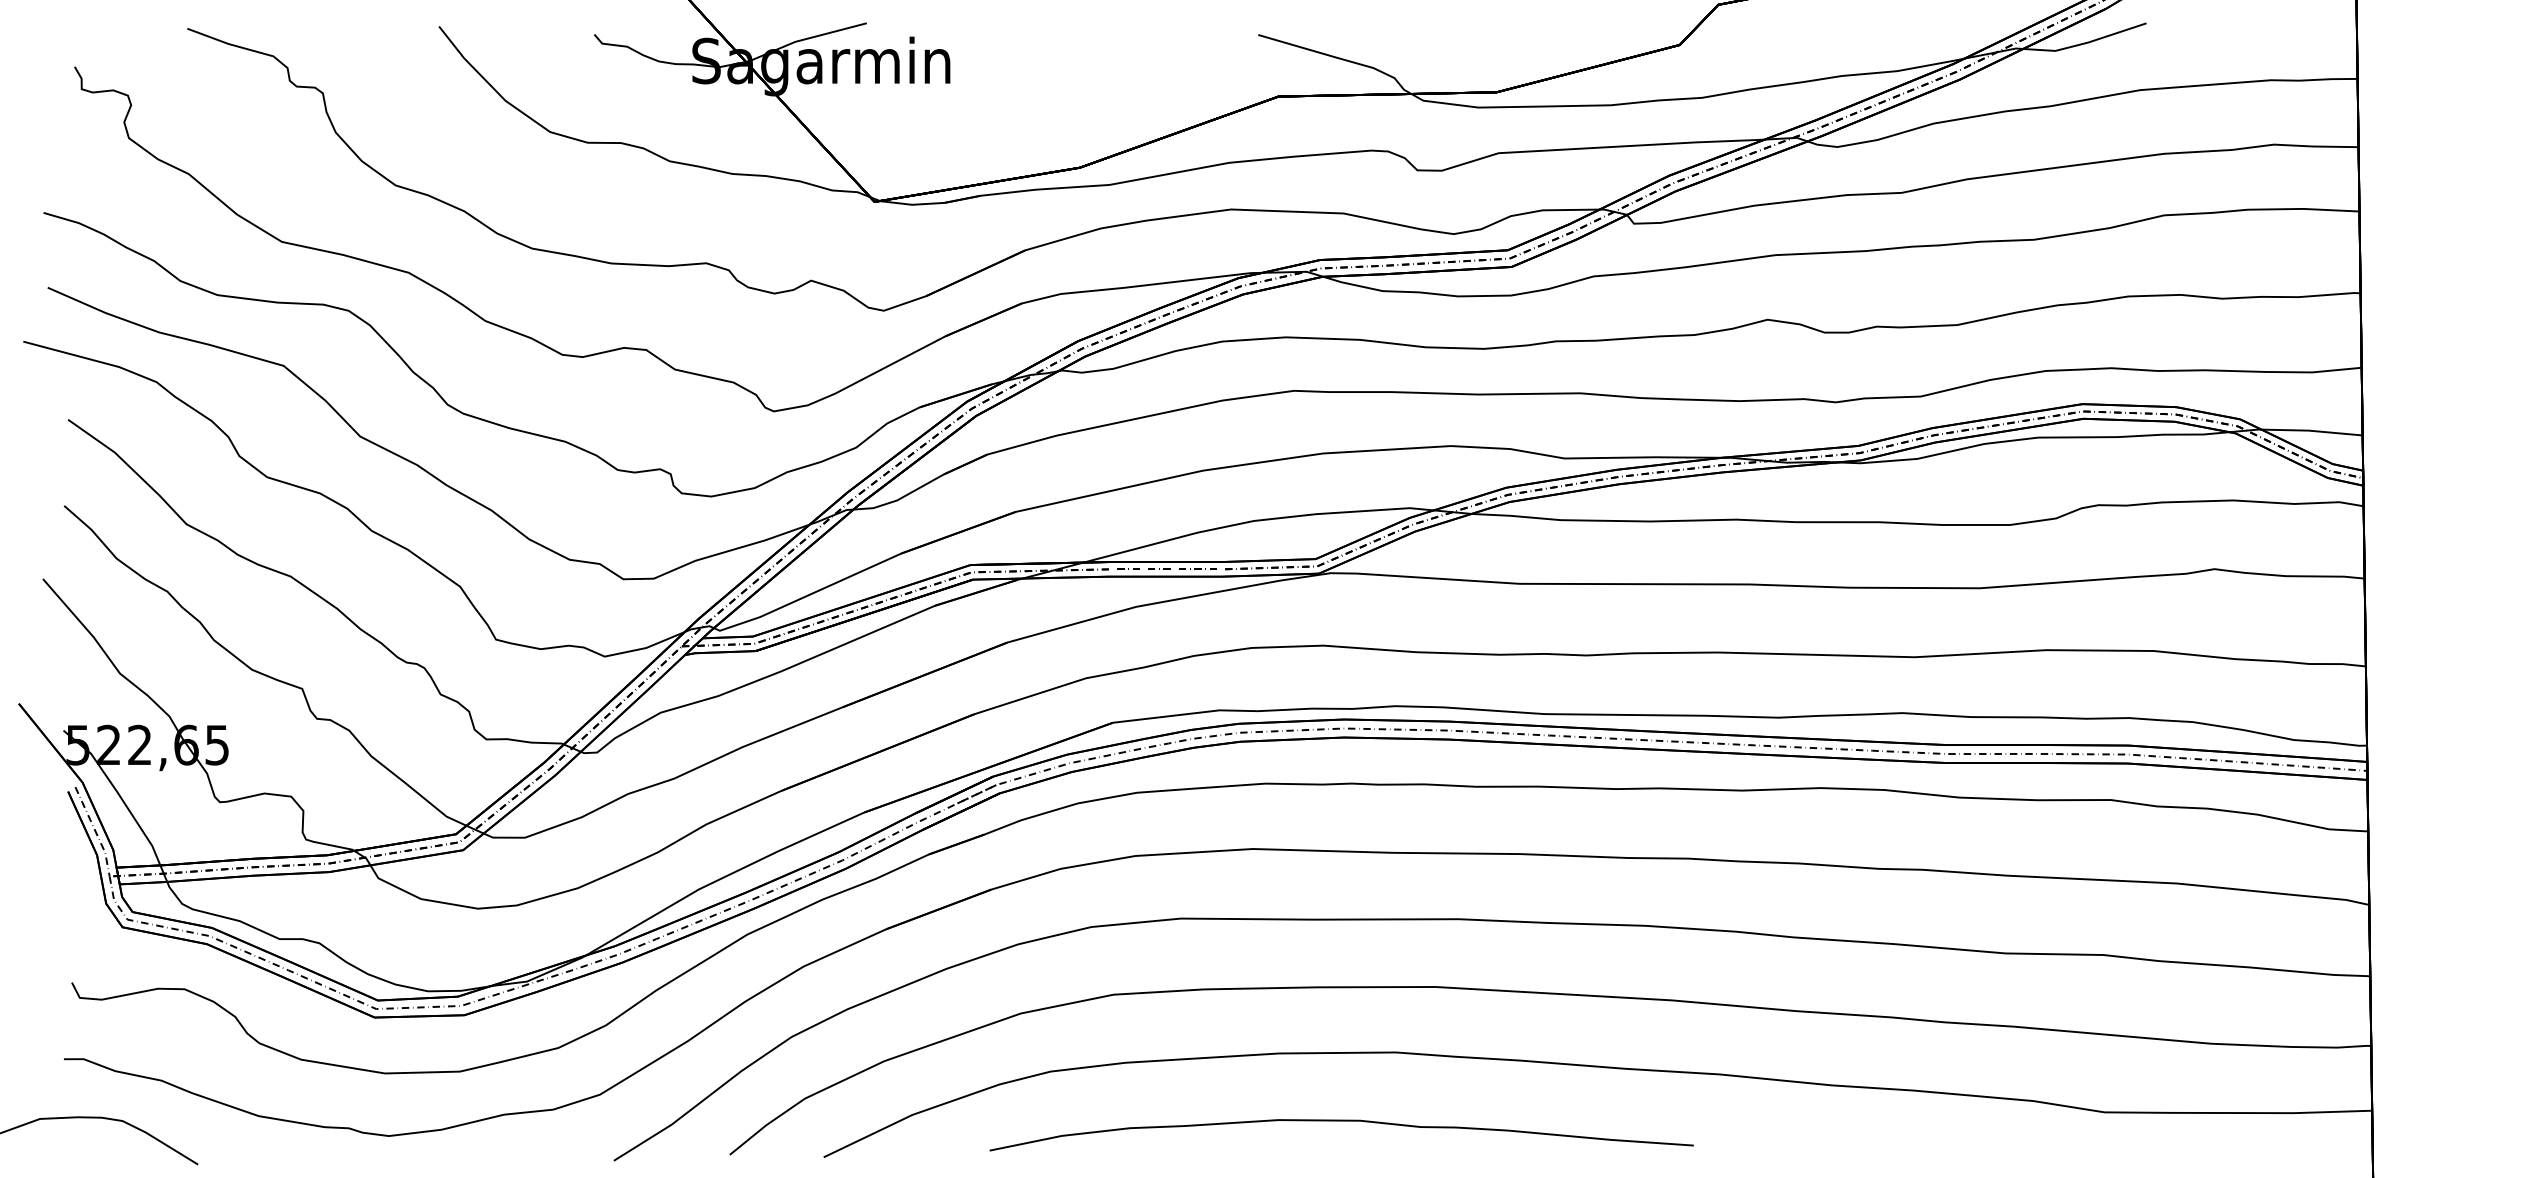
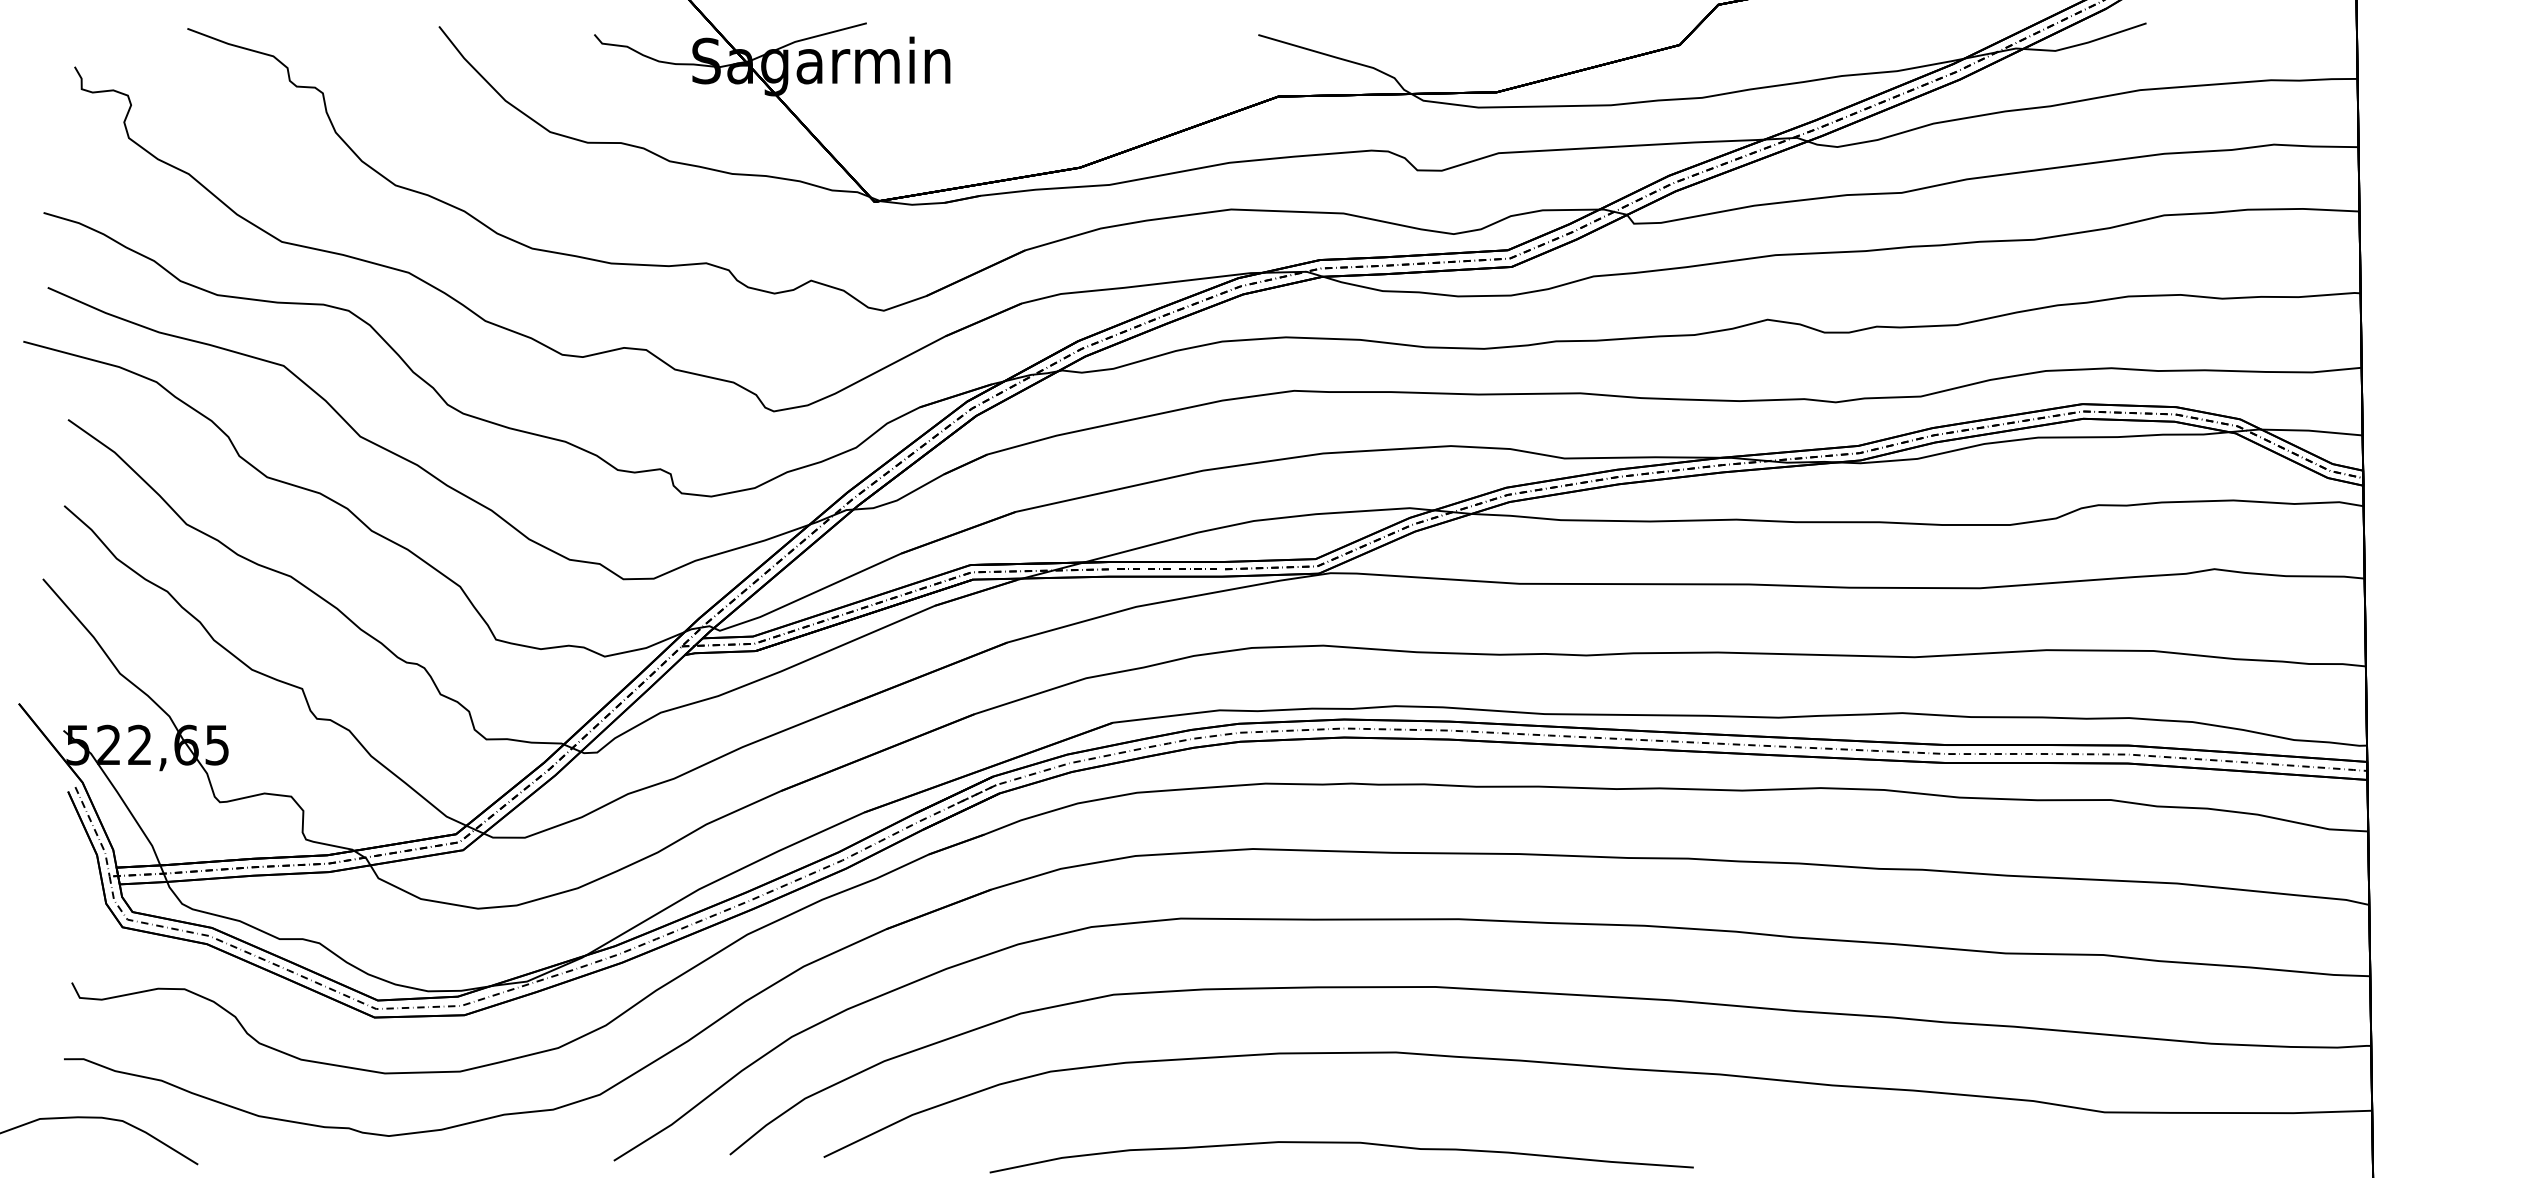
curve at (1341, 1121) position: (1341, 1121) -> (1341, 1143)
